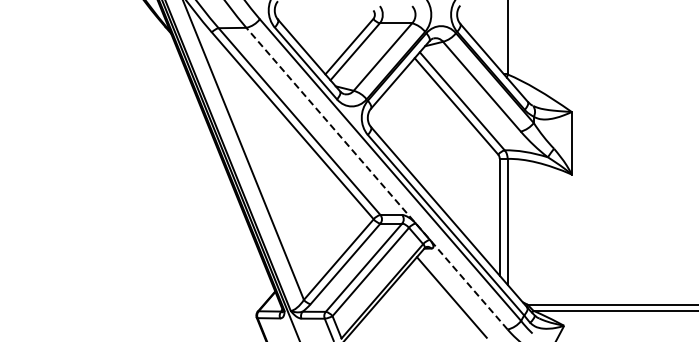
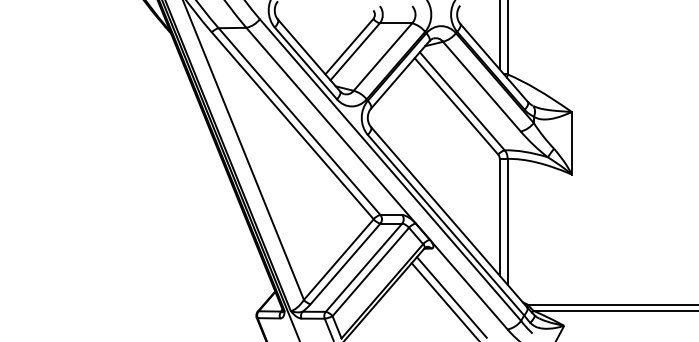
line at (499, 35): none -> present
line at (377, 178): dashed -> solid
line at (443, 300): none -> present
